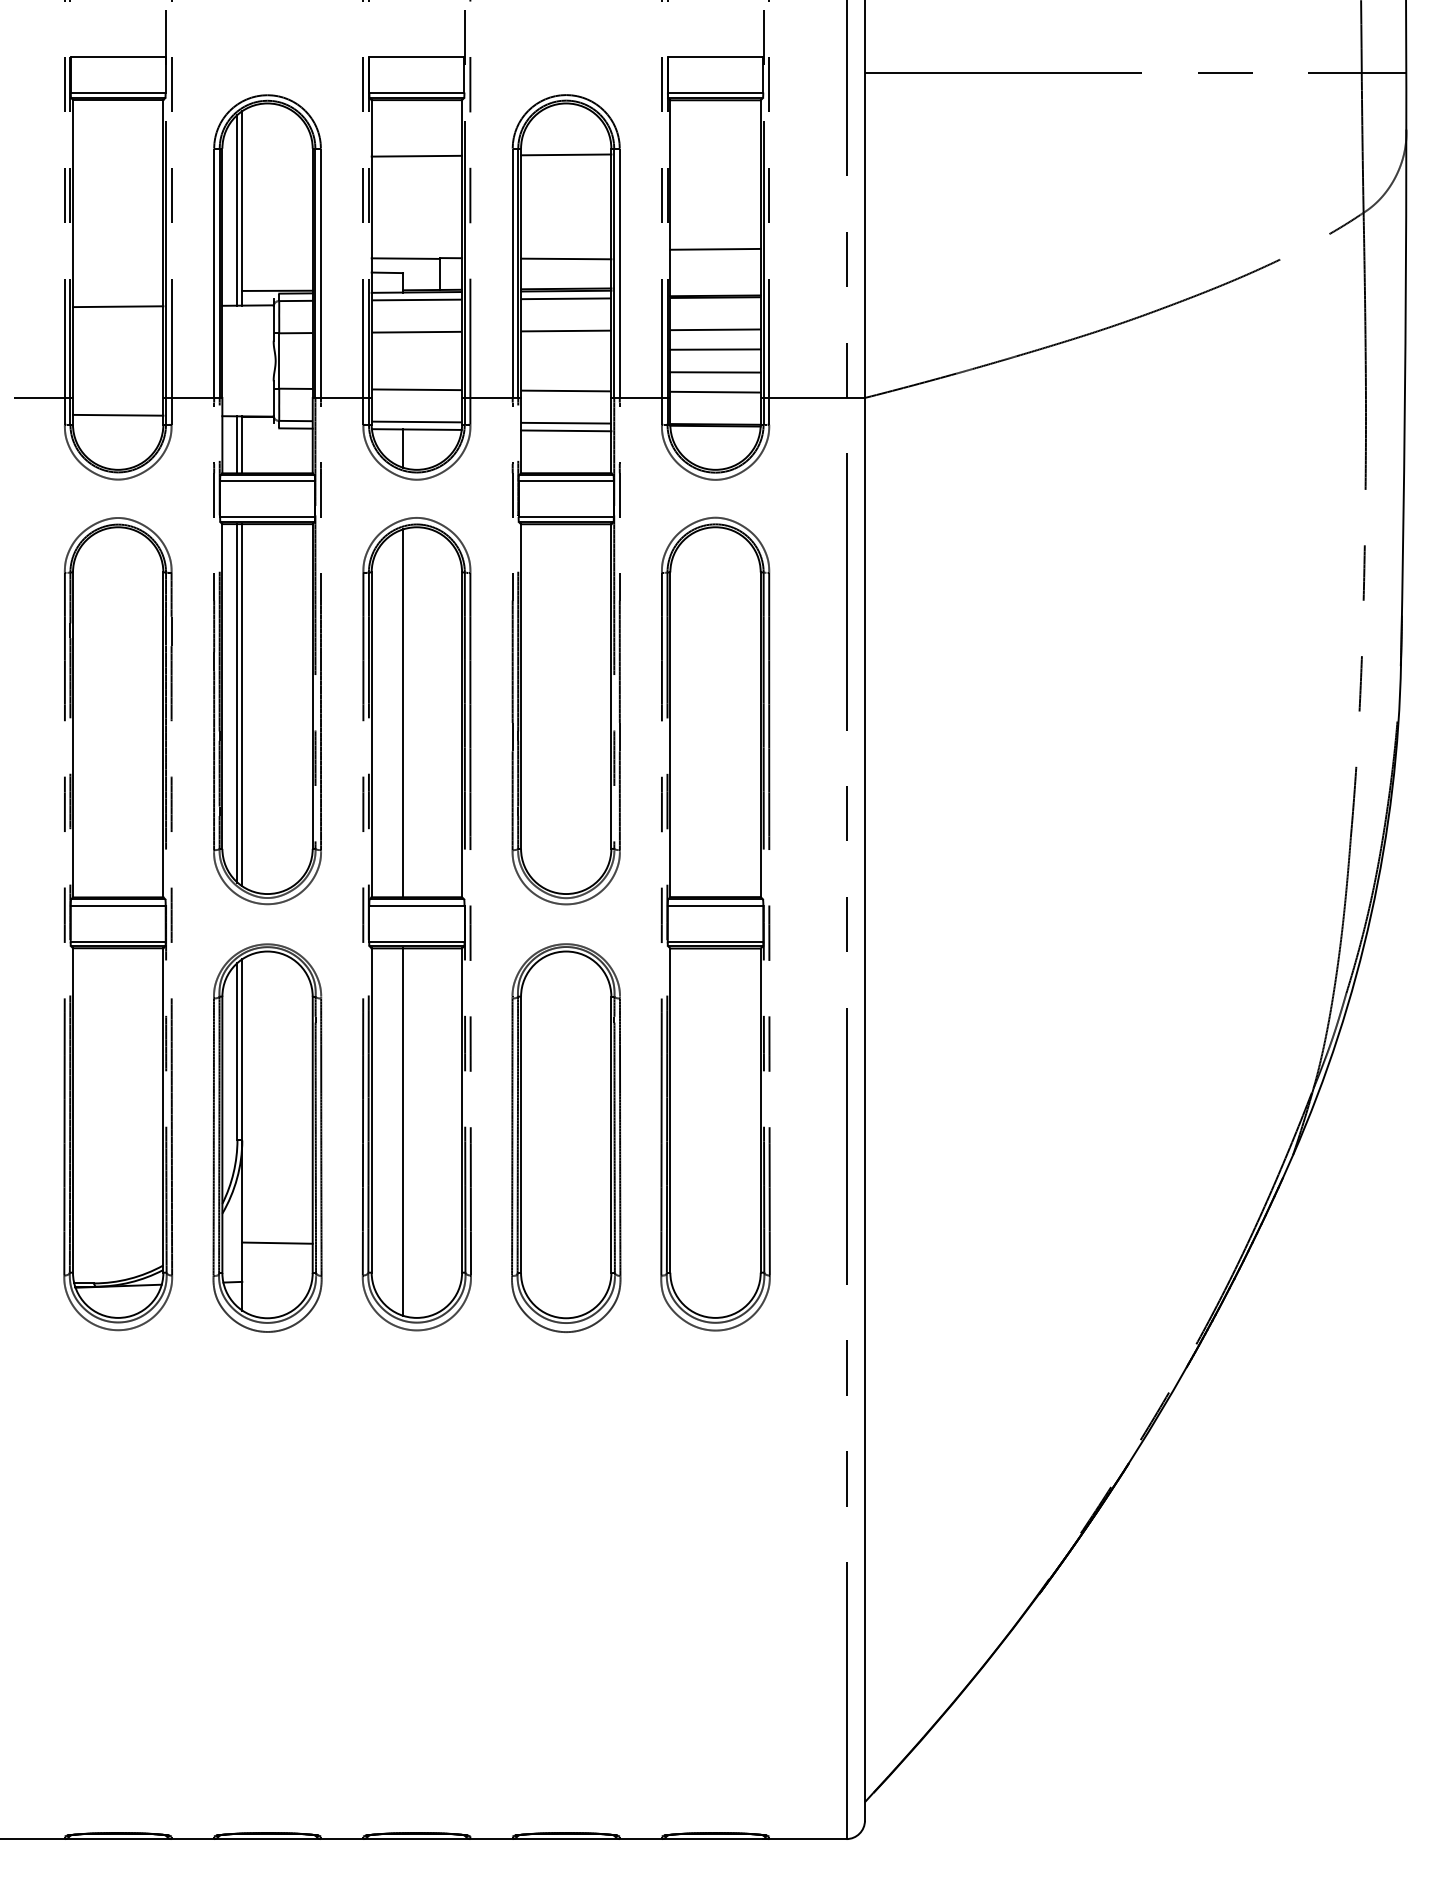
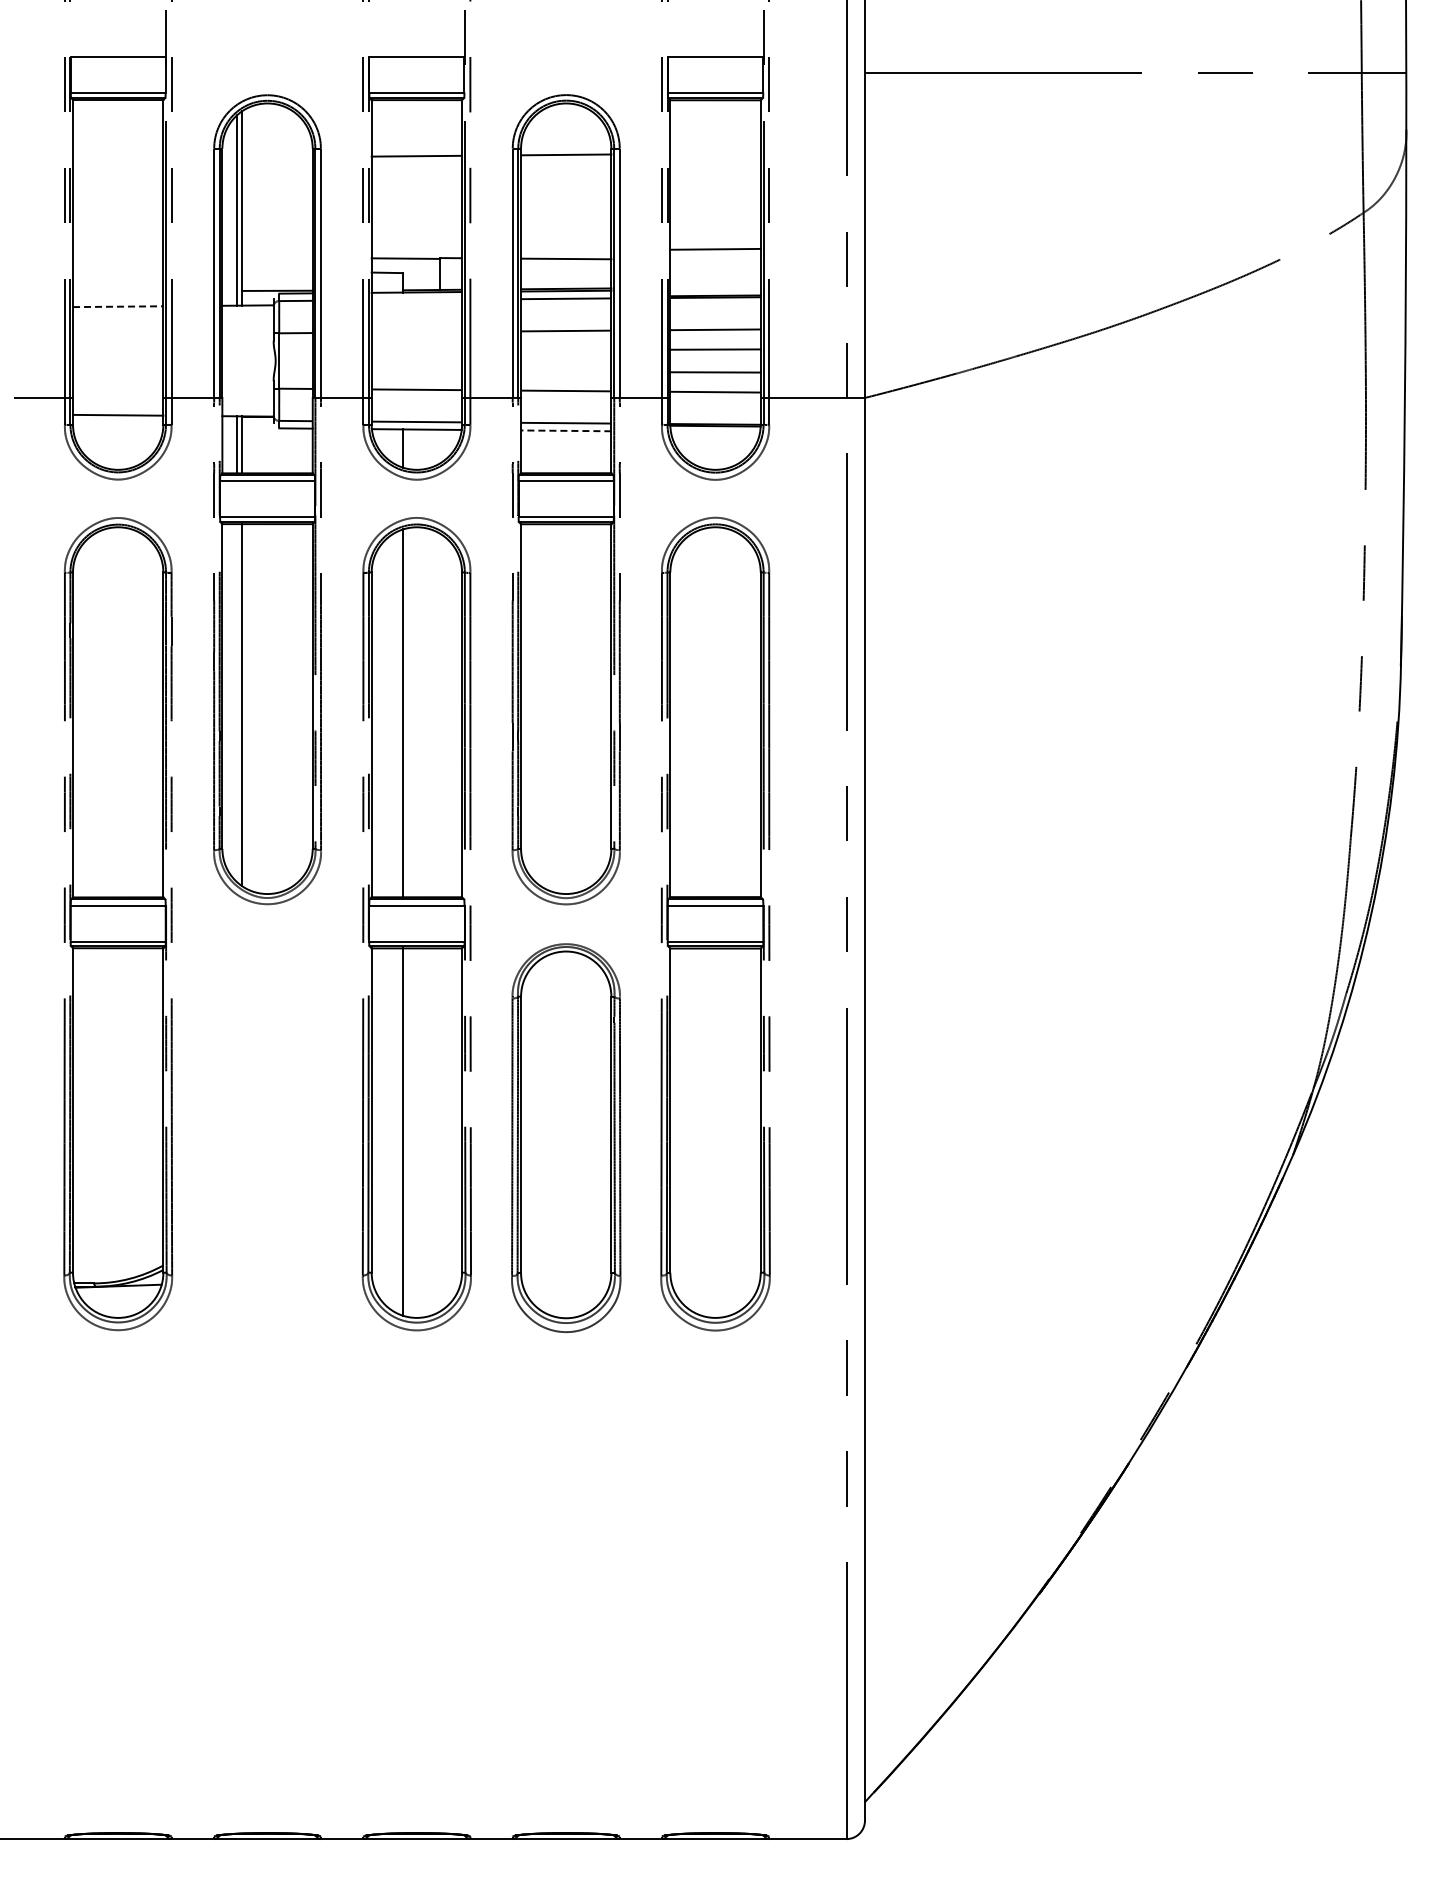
line at (416, 299): present -> none
line at (118, 306): solid -> dashed
line at (416, 331): present -> none
line at (565, 430): solid -> dashed
line at (237, 703): present -> none
part at (267, 1137): present -> none
